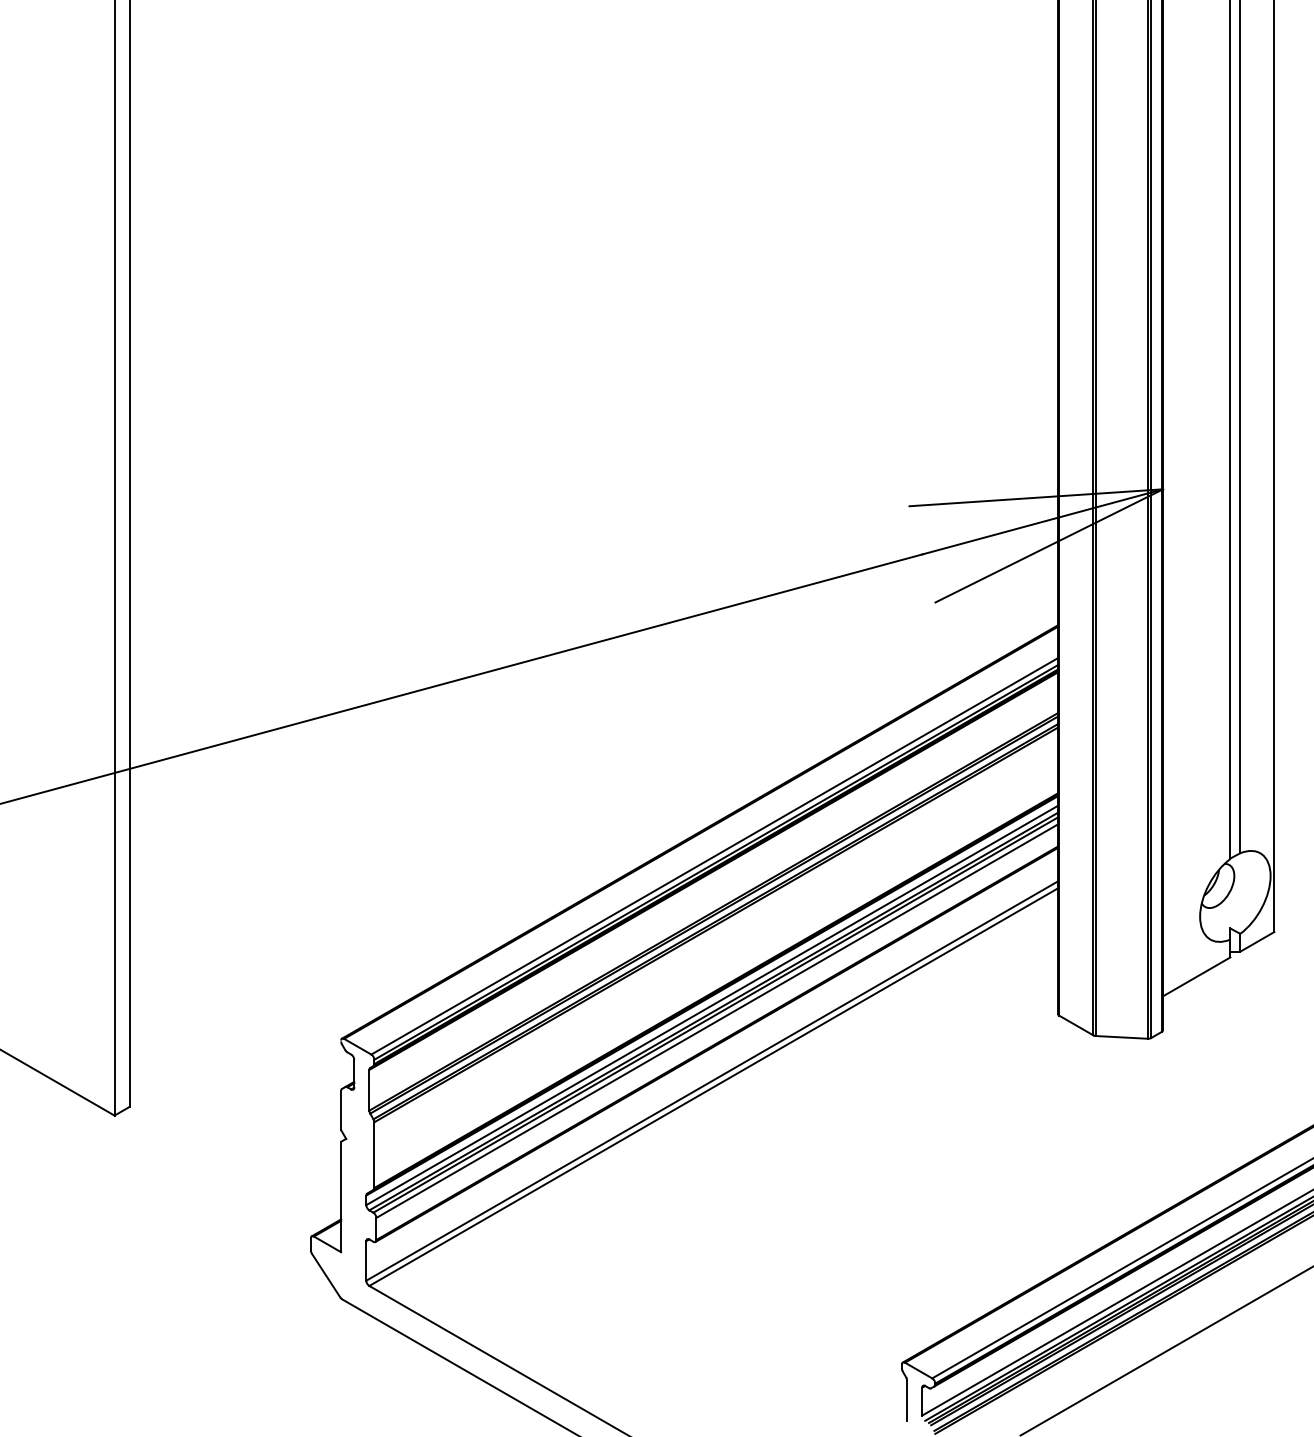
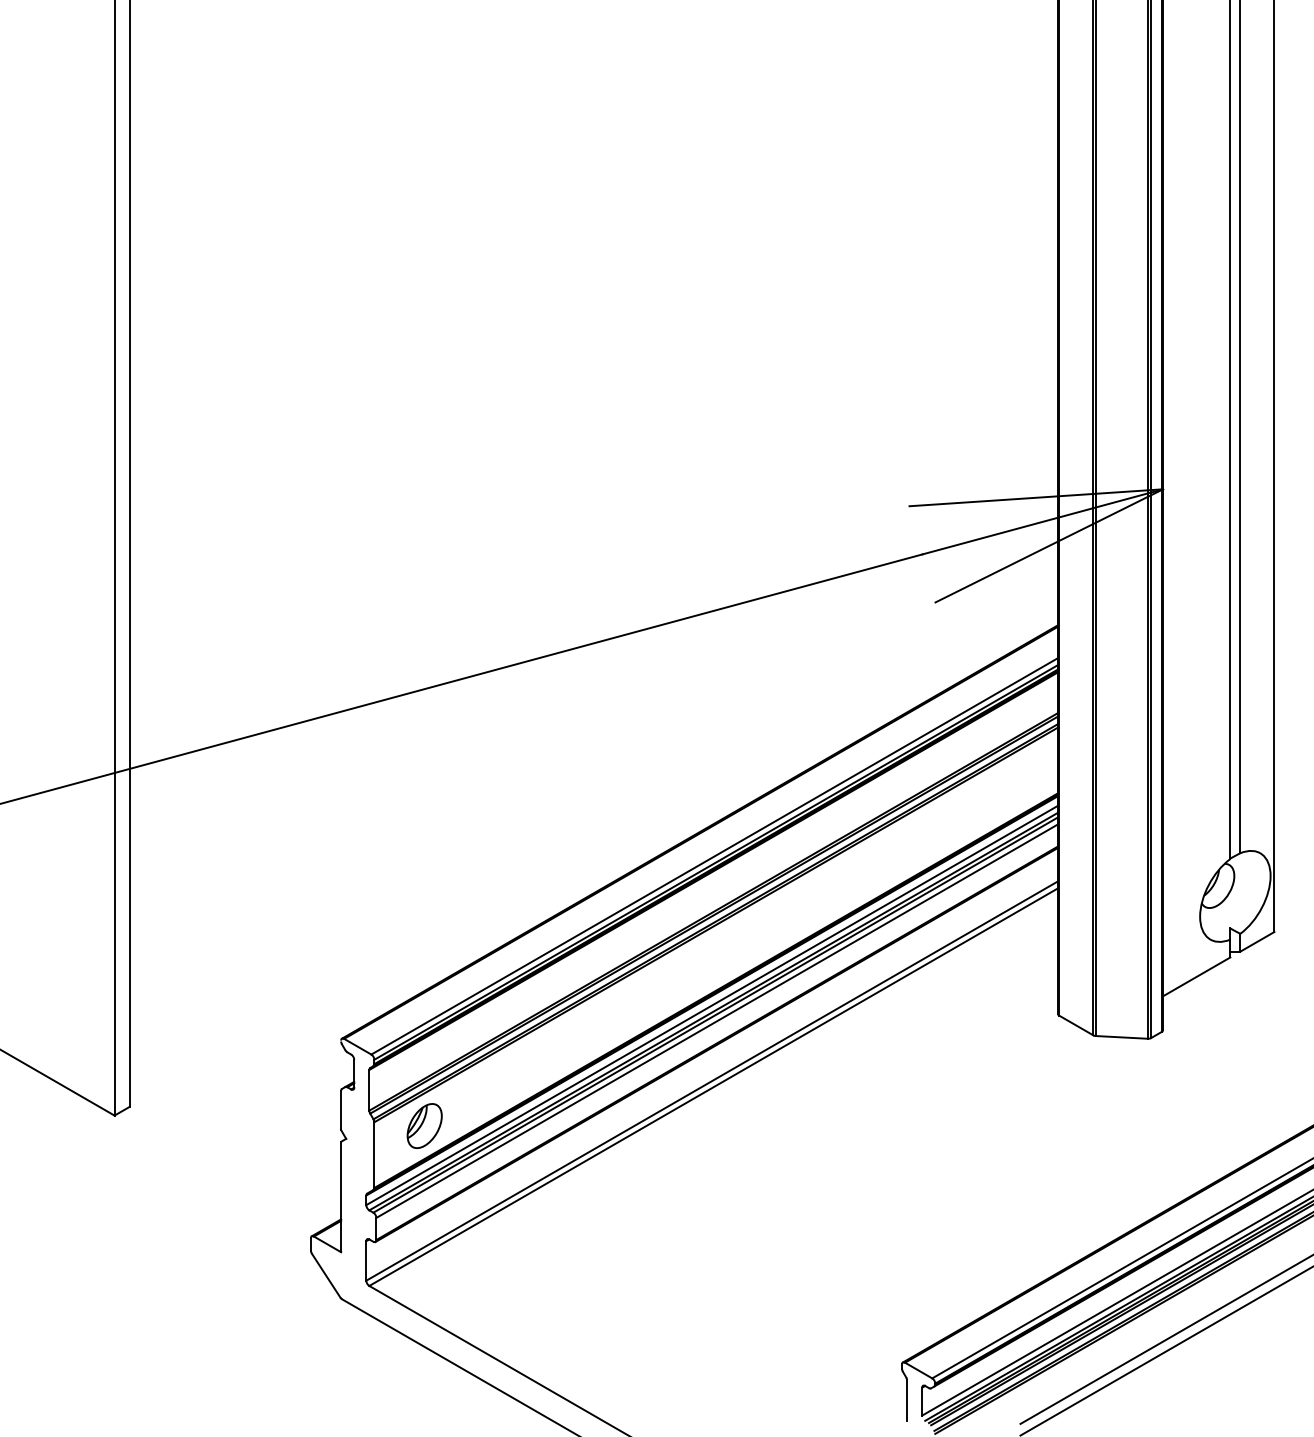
part at (424, 1126): none -> present
line at (1165, 1339): none -> present
